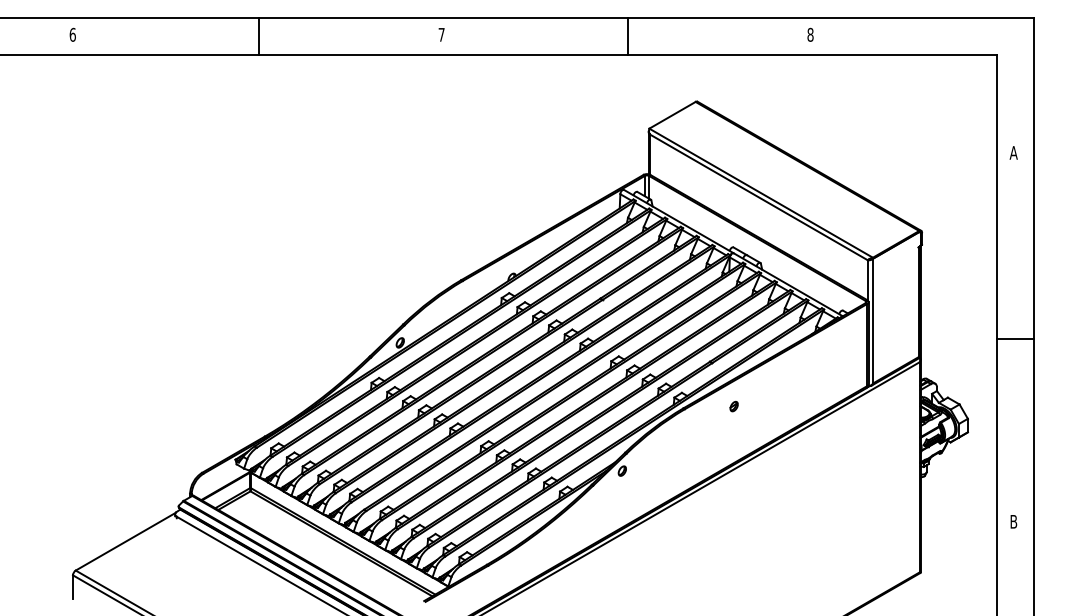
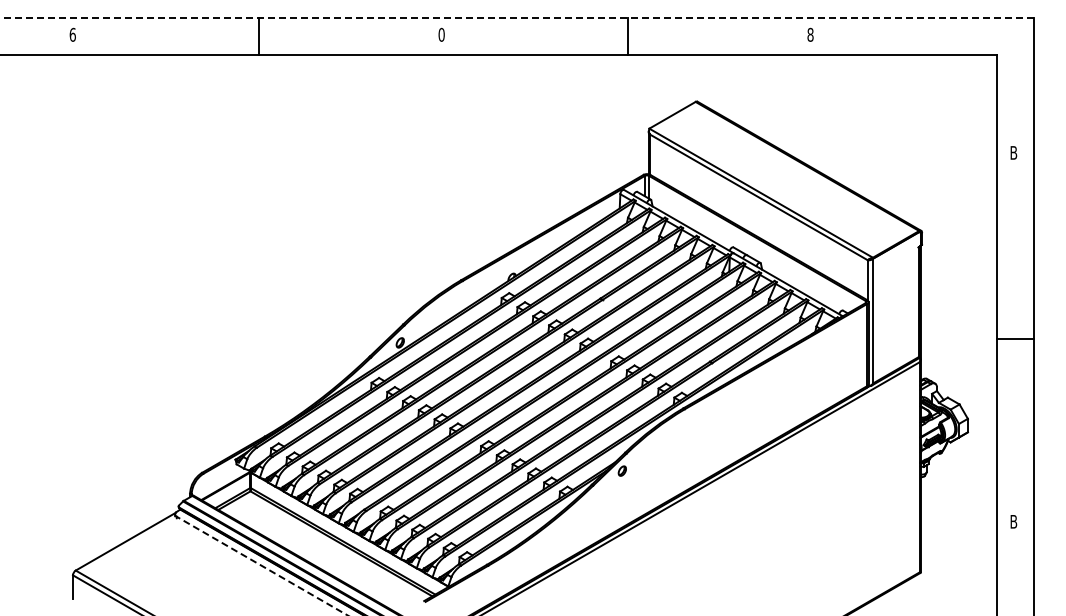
line at (517, 18): solid -> dashed
text at (441, 34): 7 -> 0
text at (1013, 152): A -> B
part at (733, 406): present -> none
line at (262, 566): solid -> dashed
